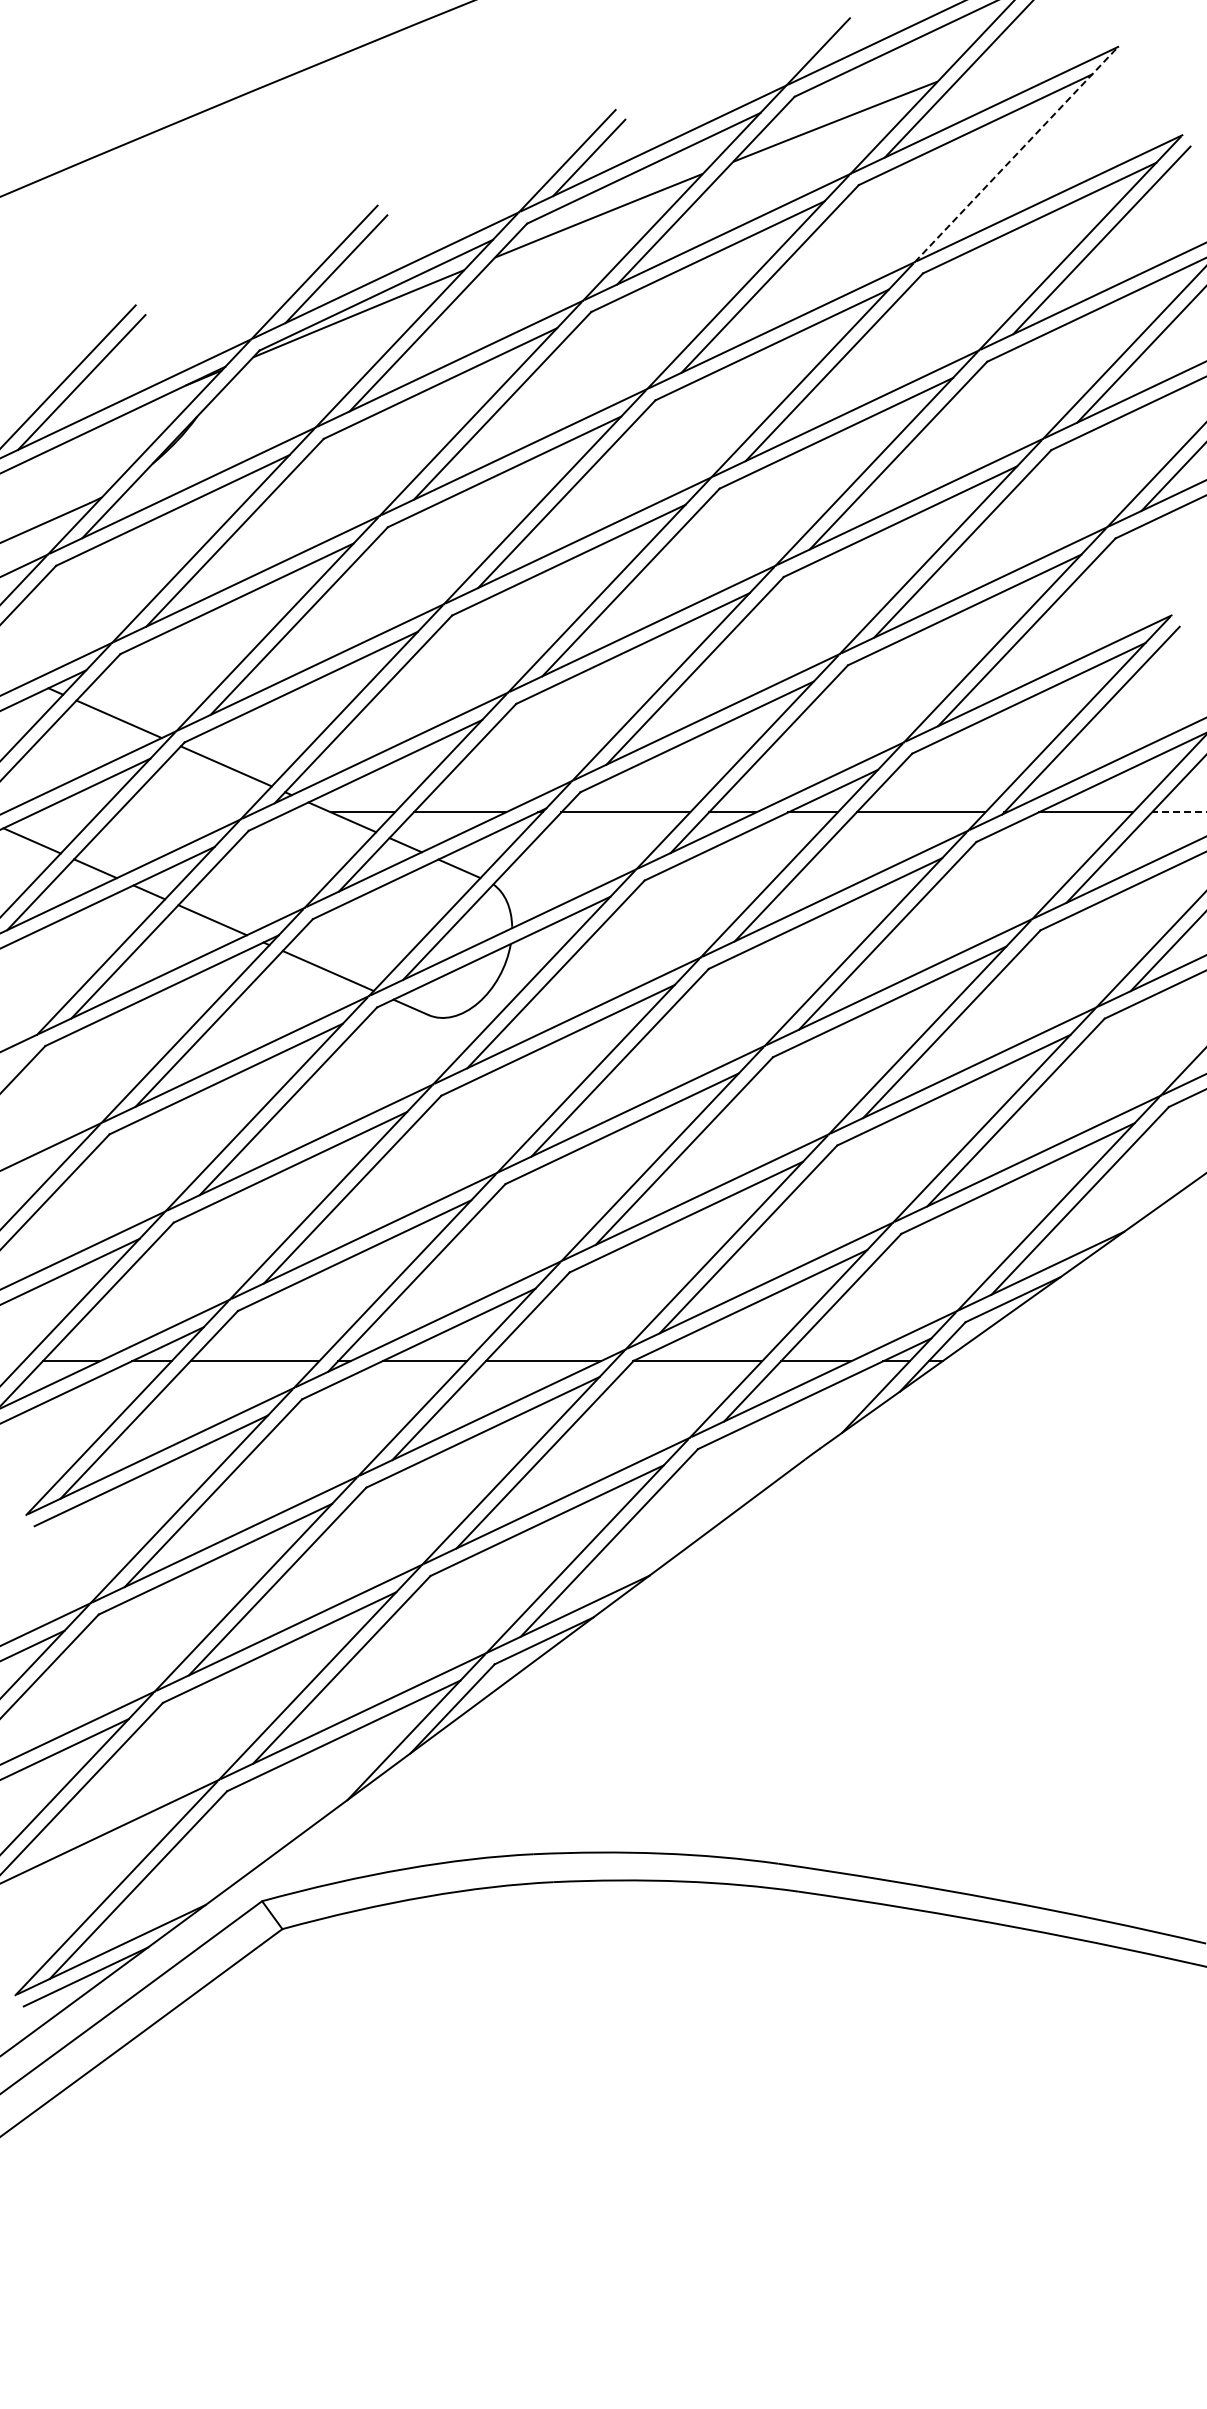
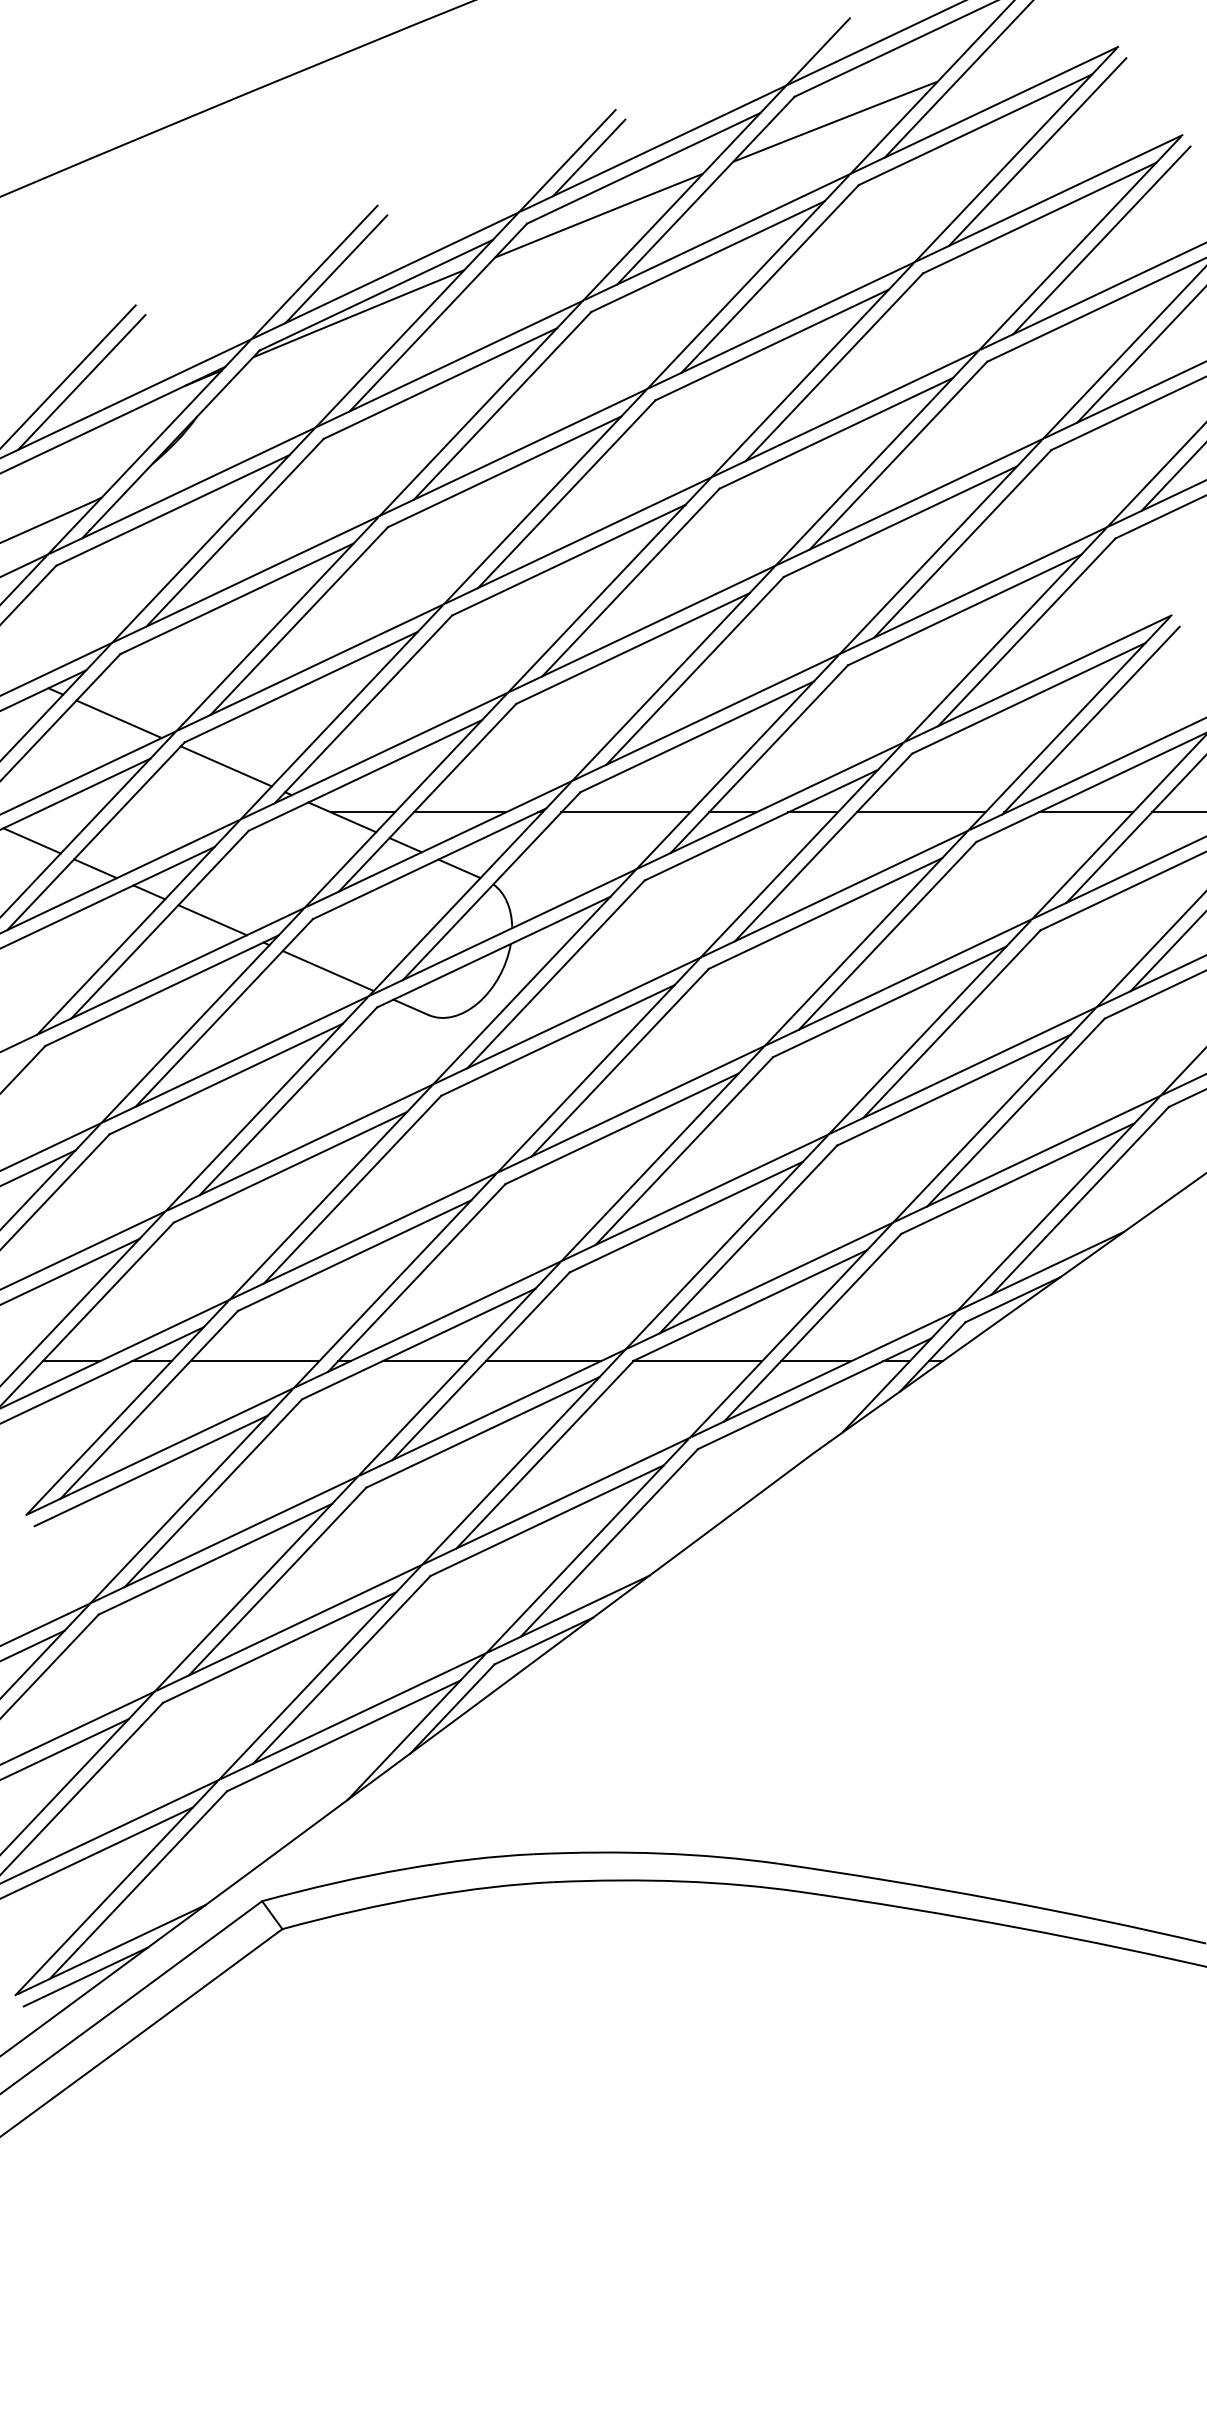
line at (1037, 151): none -> present
line at (1015, 155): dashed -> solid
line at (1178, 812): dashed -> solid
line at (38, 1167): none -> present
line at (97, 1852): none -> present
